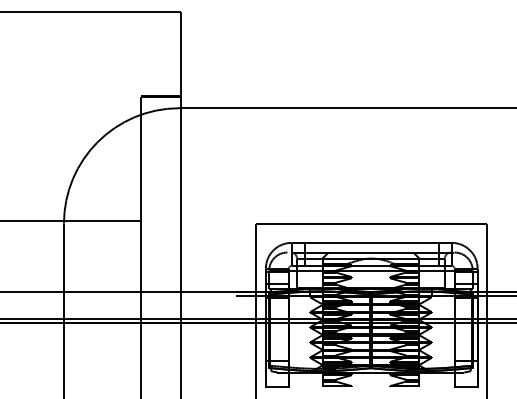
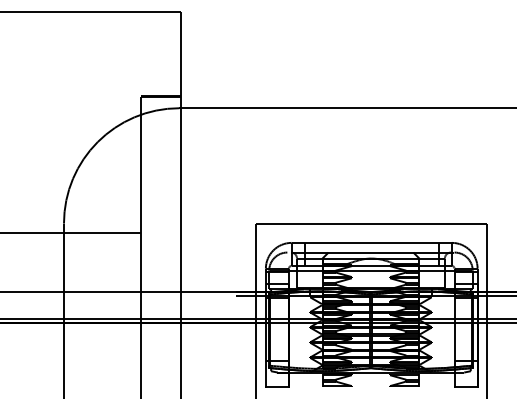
line at (71, 221) position: (71, 221) -> (71, 233)
